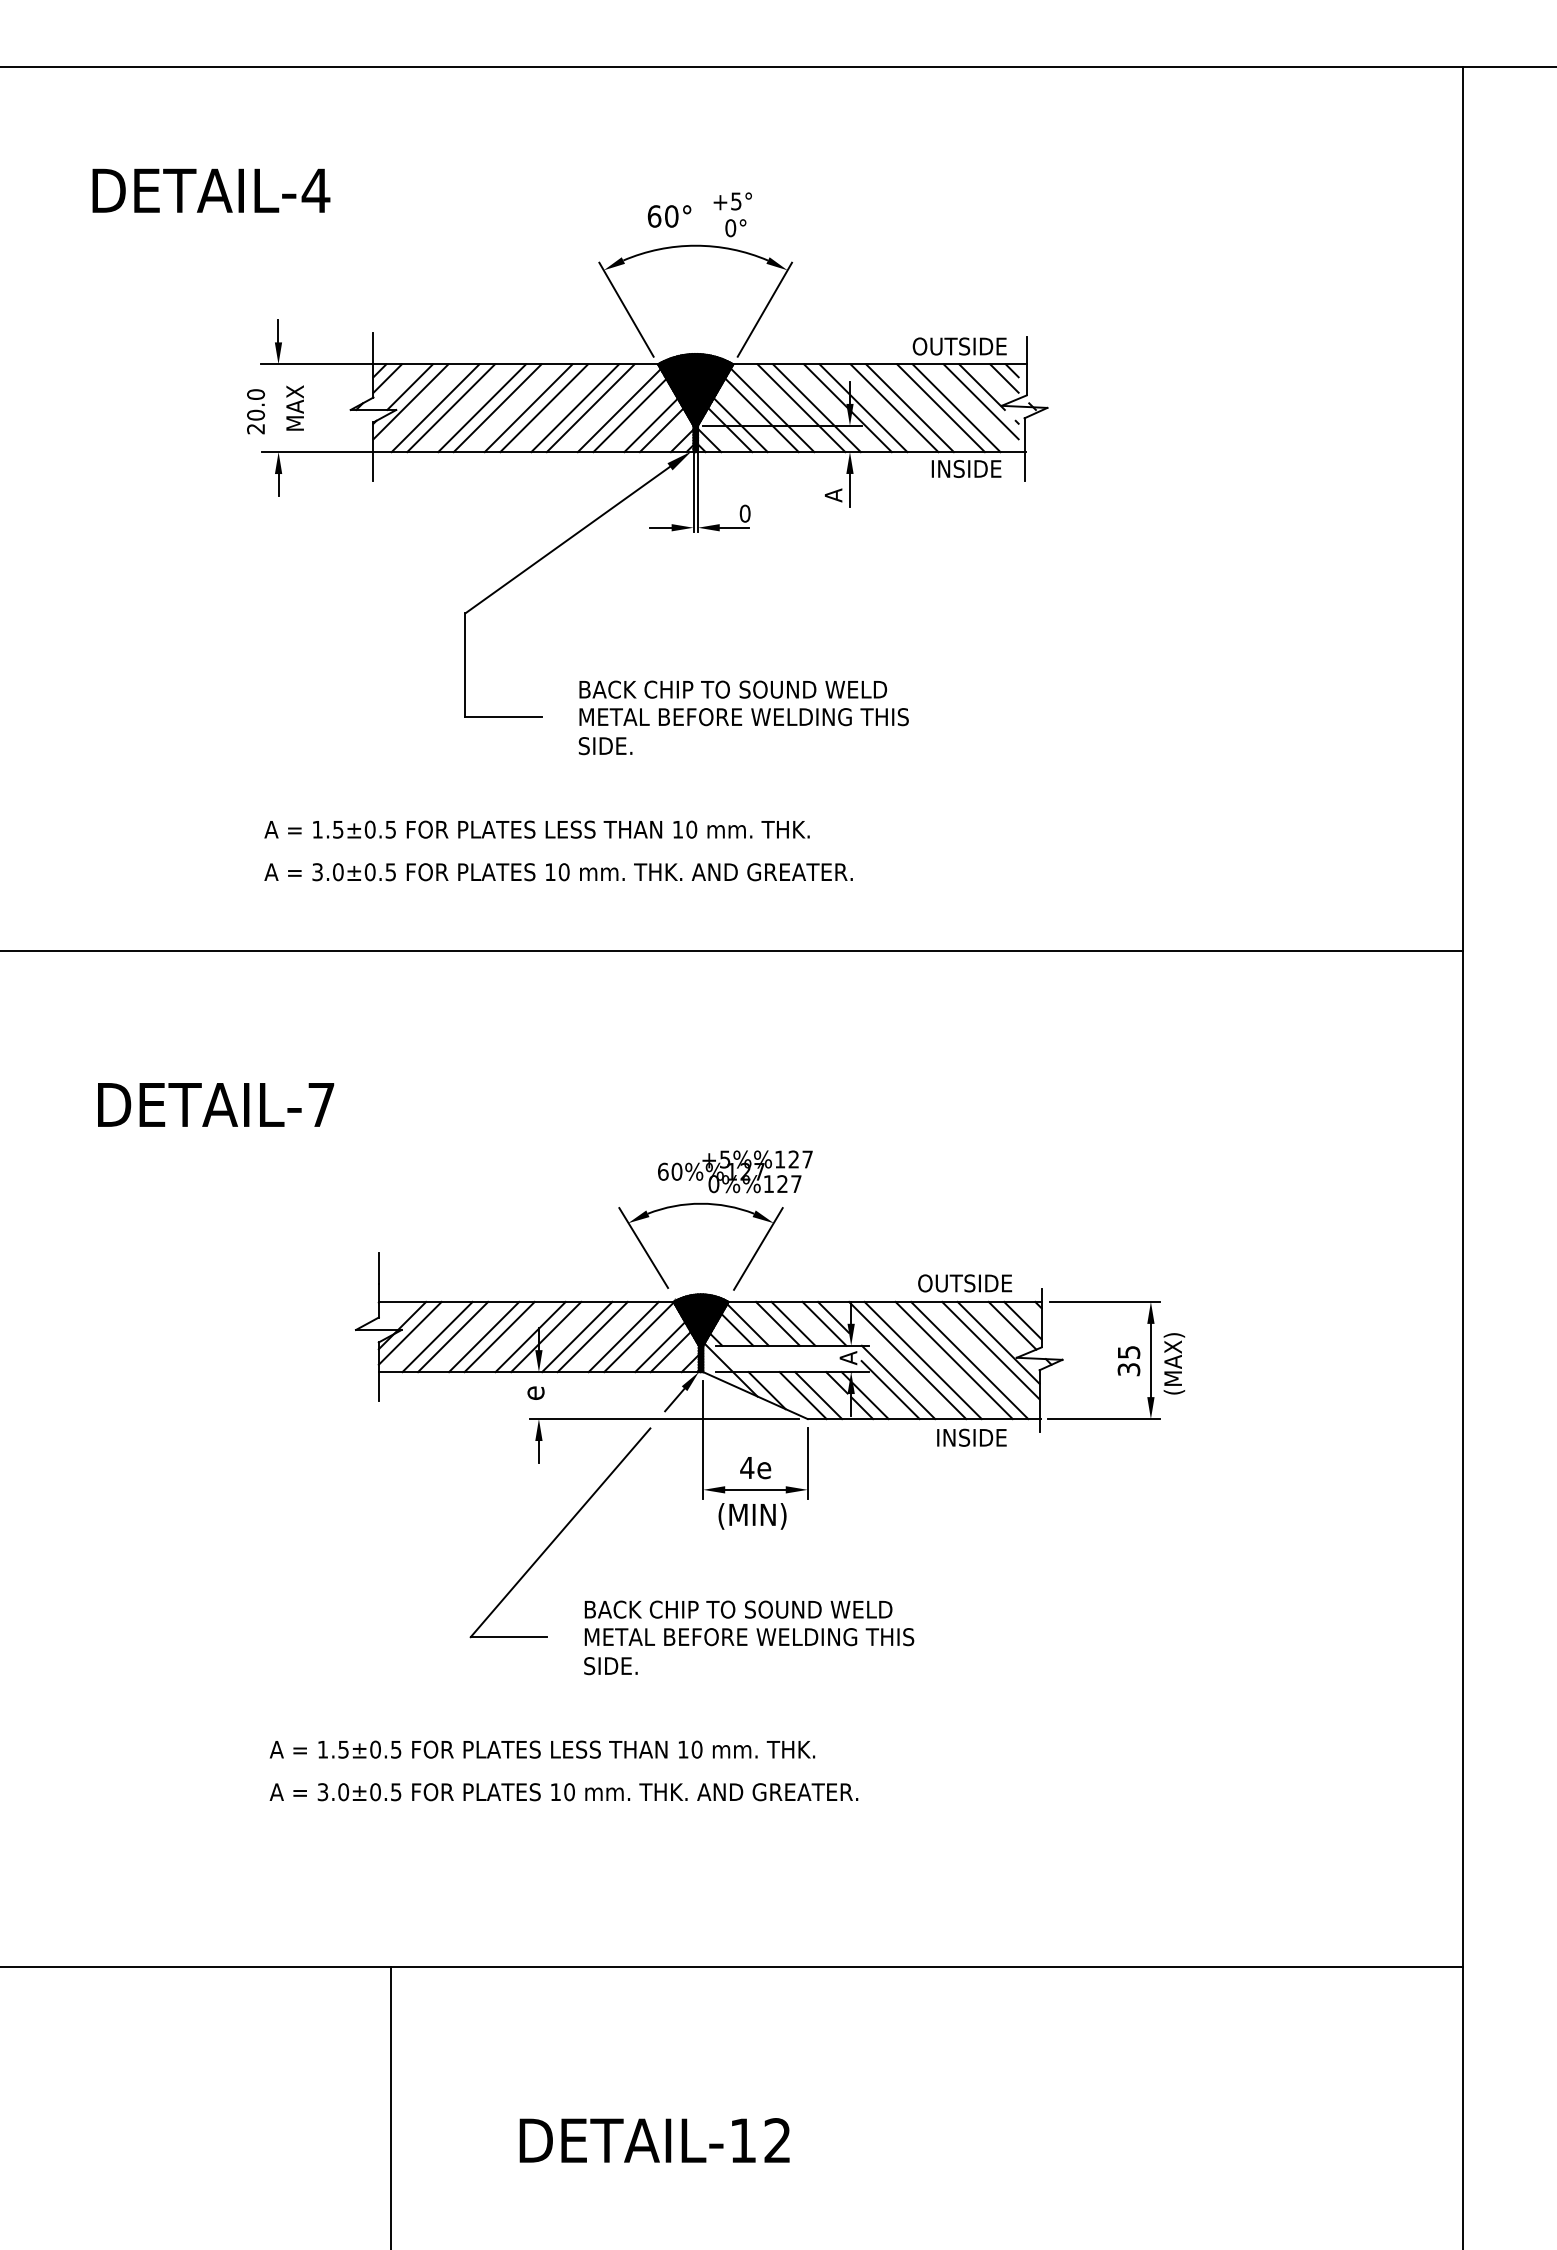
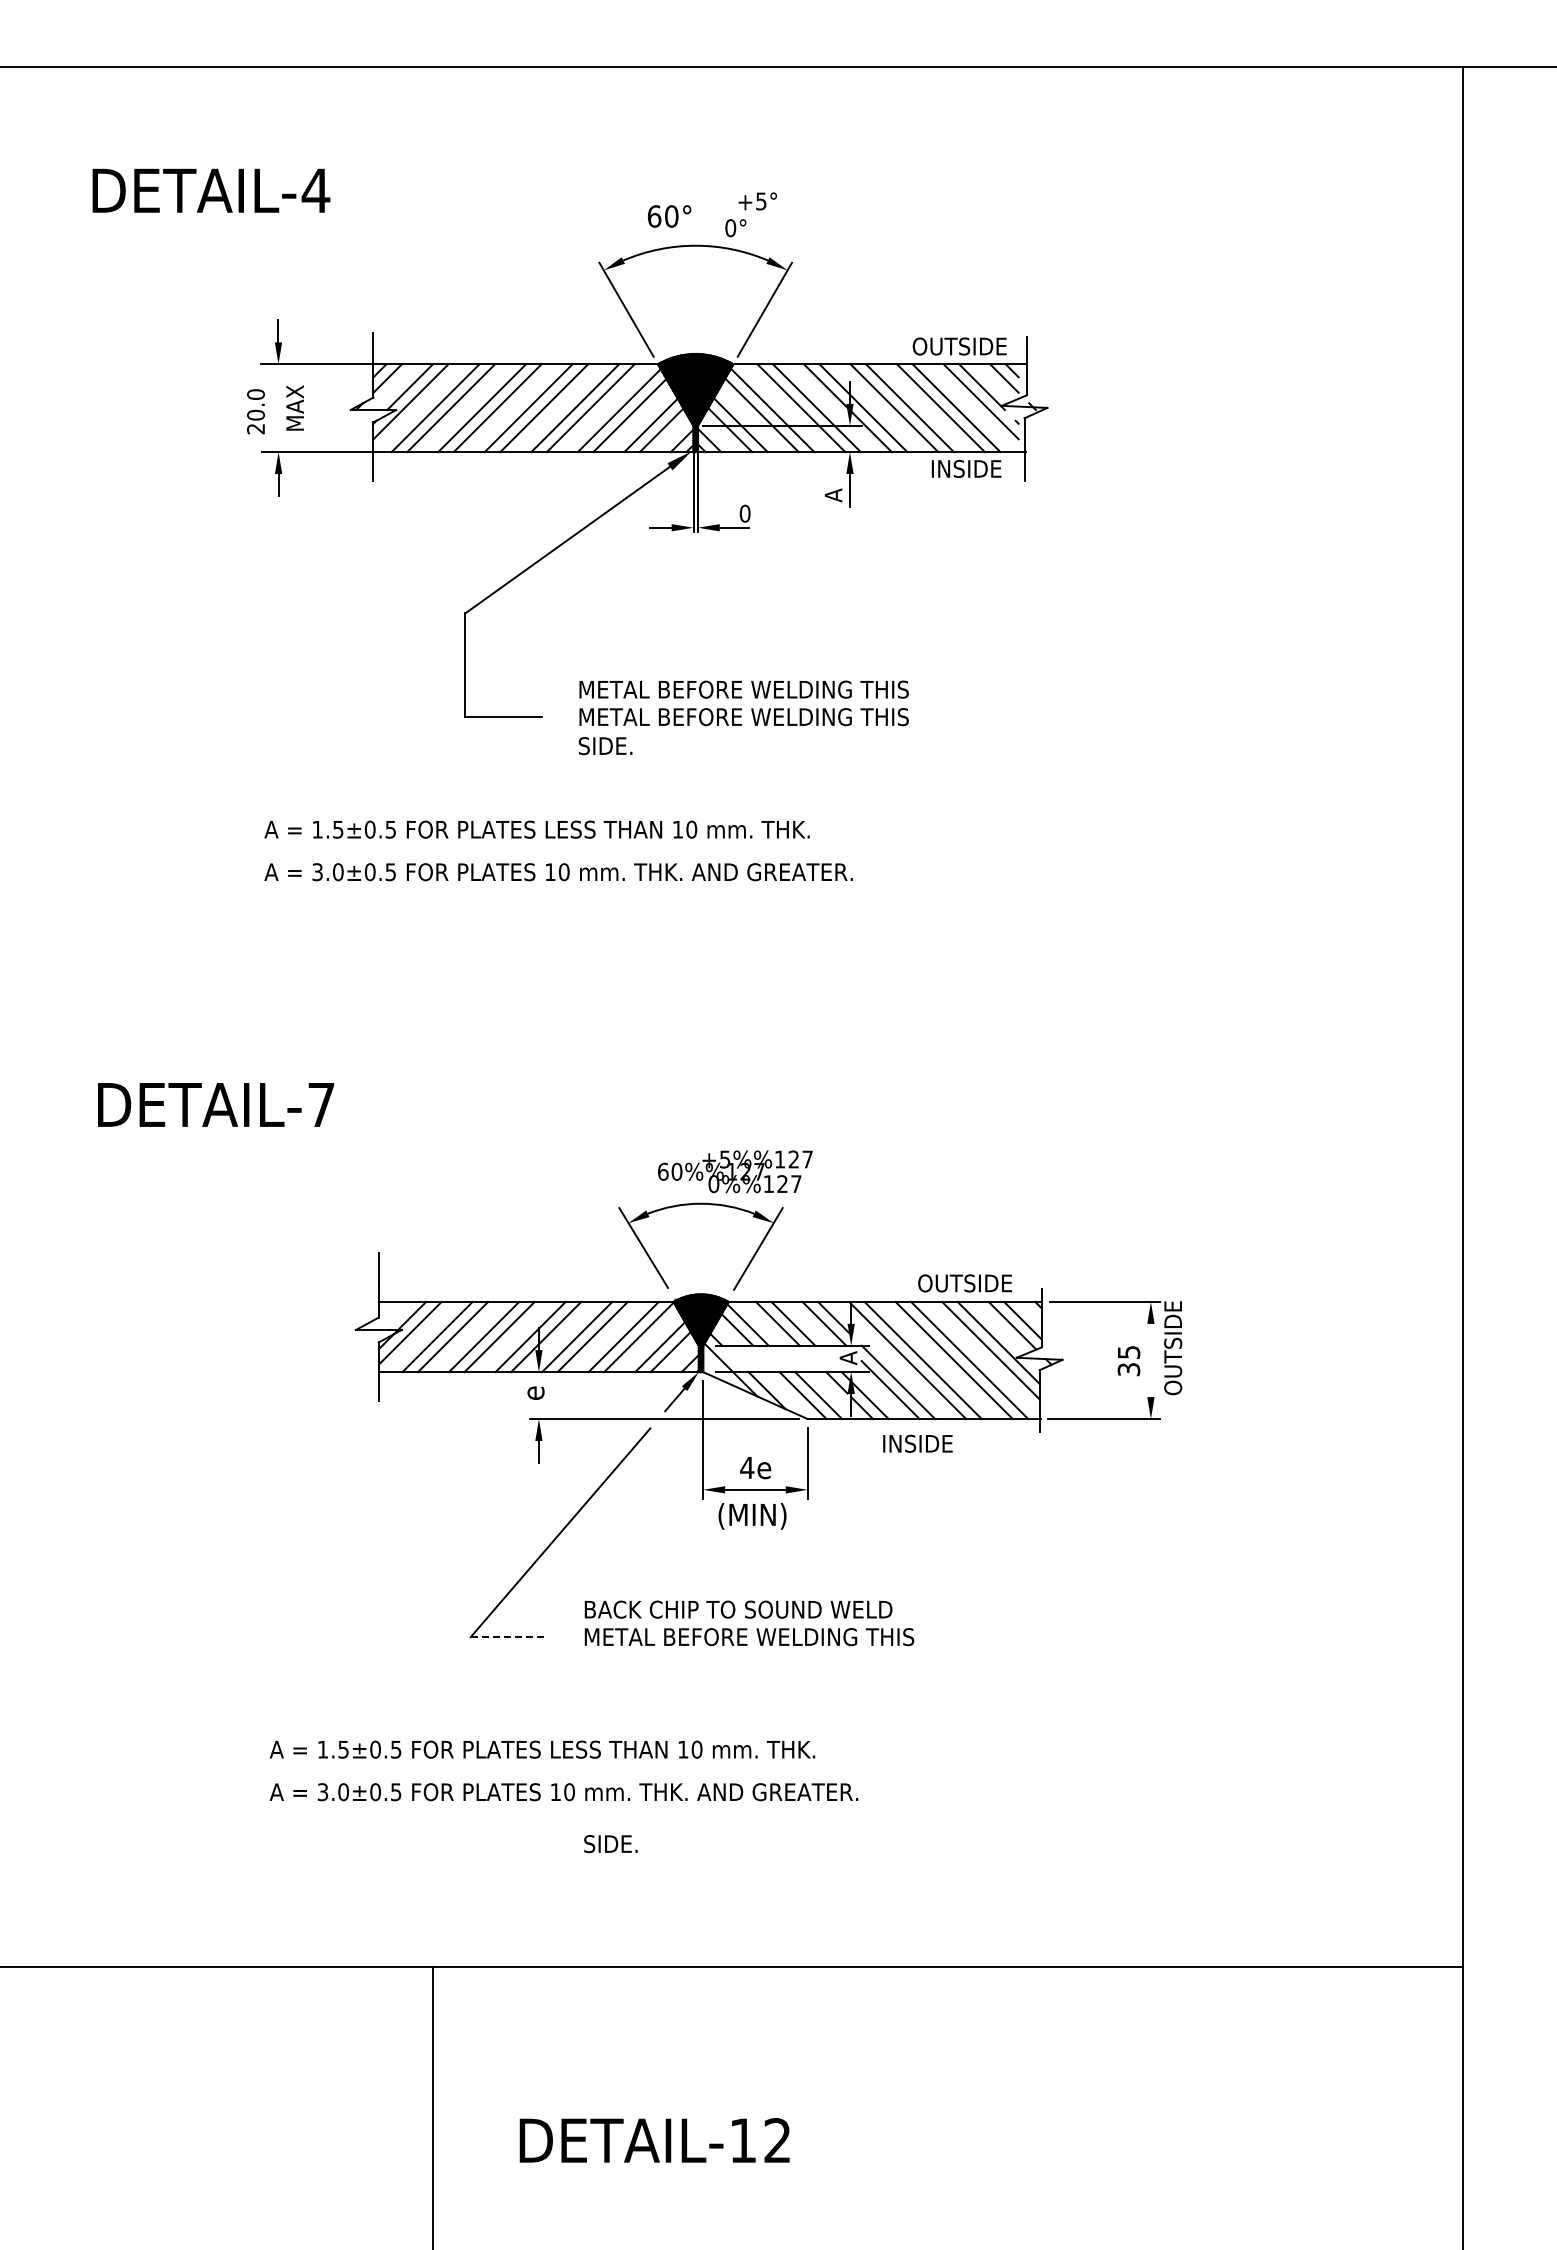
text at (732, 201) position: (732, 201) -> (757, 201)
text at (744, 689): BACK CHIP TO SOUND WELD -> METAL BEFORE WELDING THIS
line at (732, 950): present -> none
text at (1174, 1348): (MAX) -> OUTSIDE
line at (1150, 1360): present -> none
text at (971, 1437) position: (971, 1437) -> (917, 1443)
line at (509, 1637): solid -> dashed
text at (610, 1666) position: (610, 1666) -> (610, 1844)
line at (390, 2106) position: (390, 2106) -> (432, 2106)
